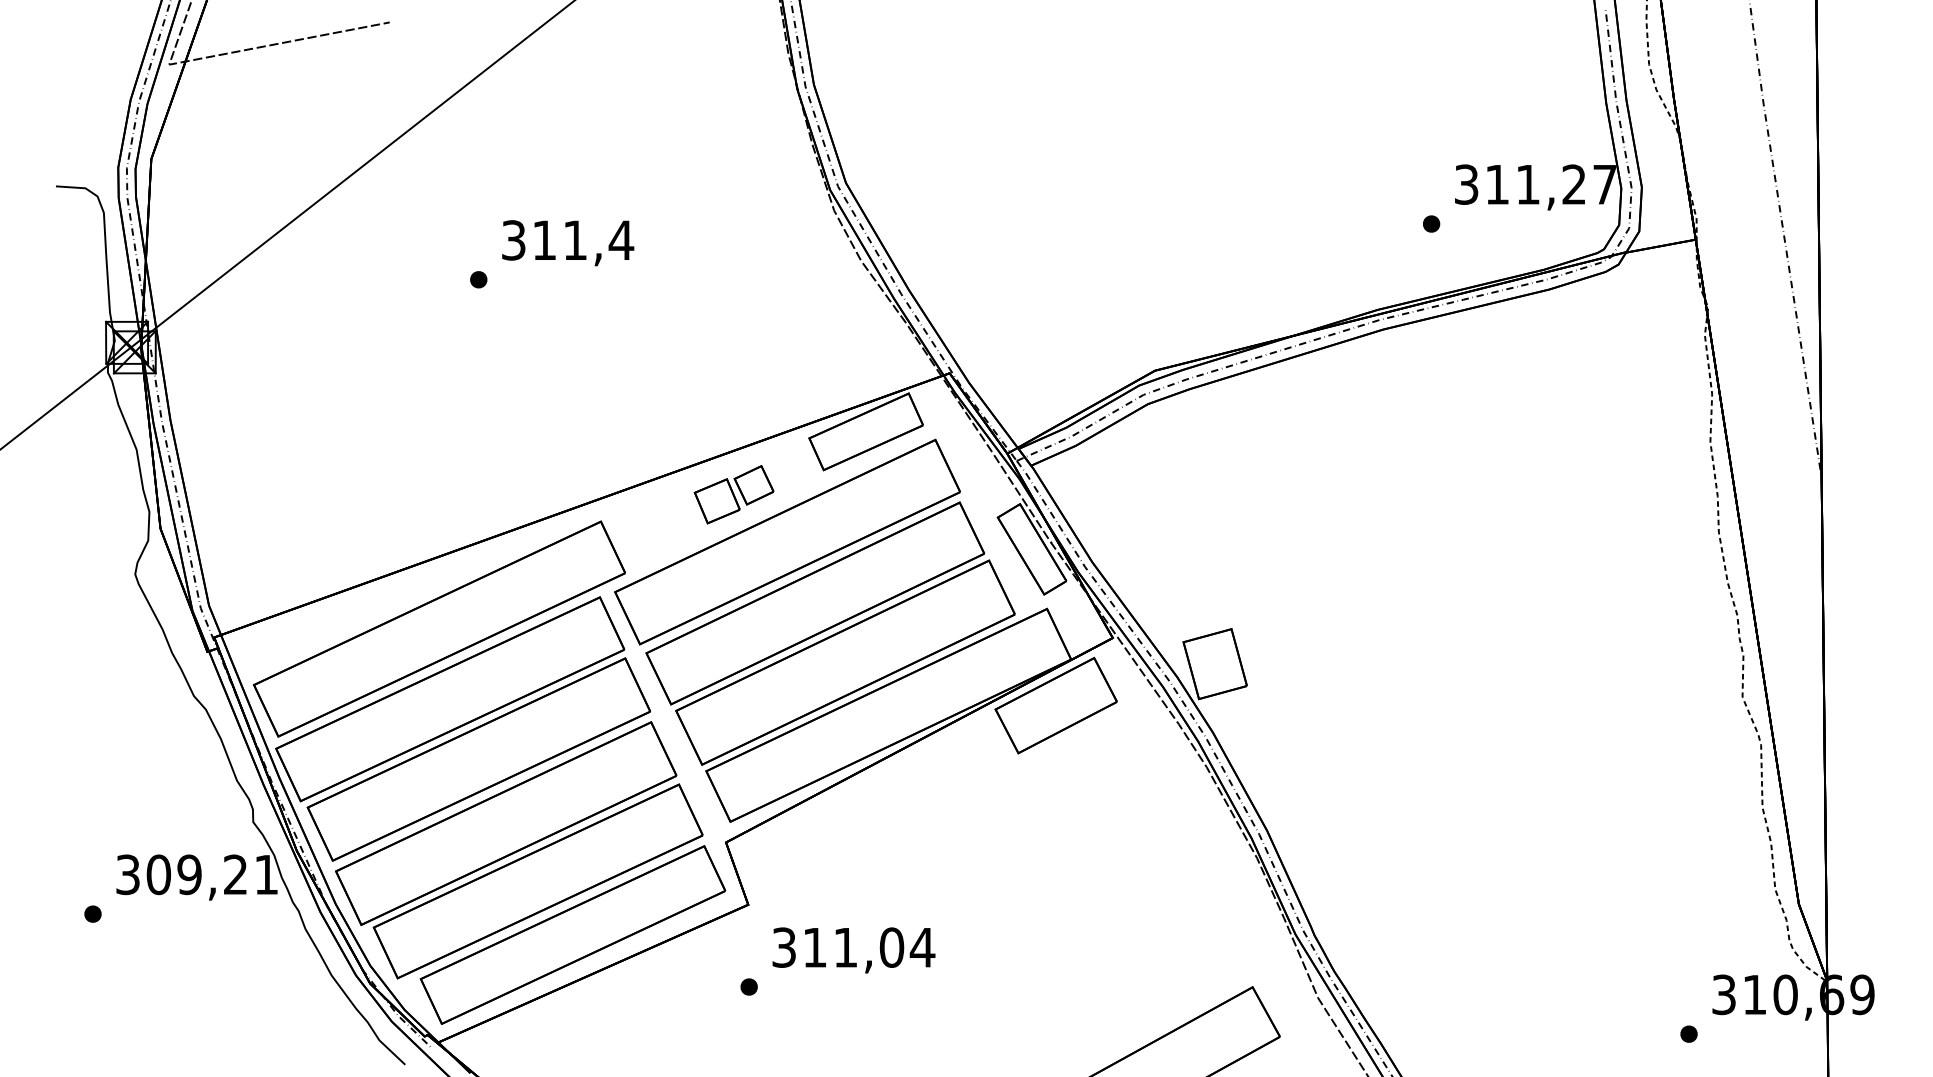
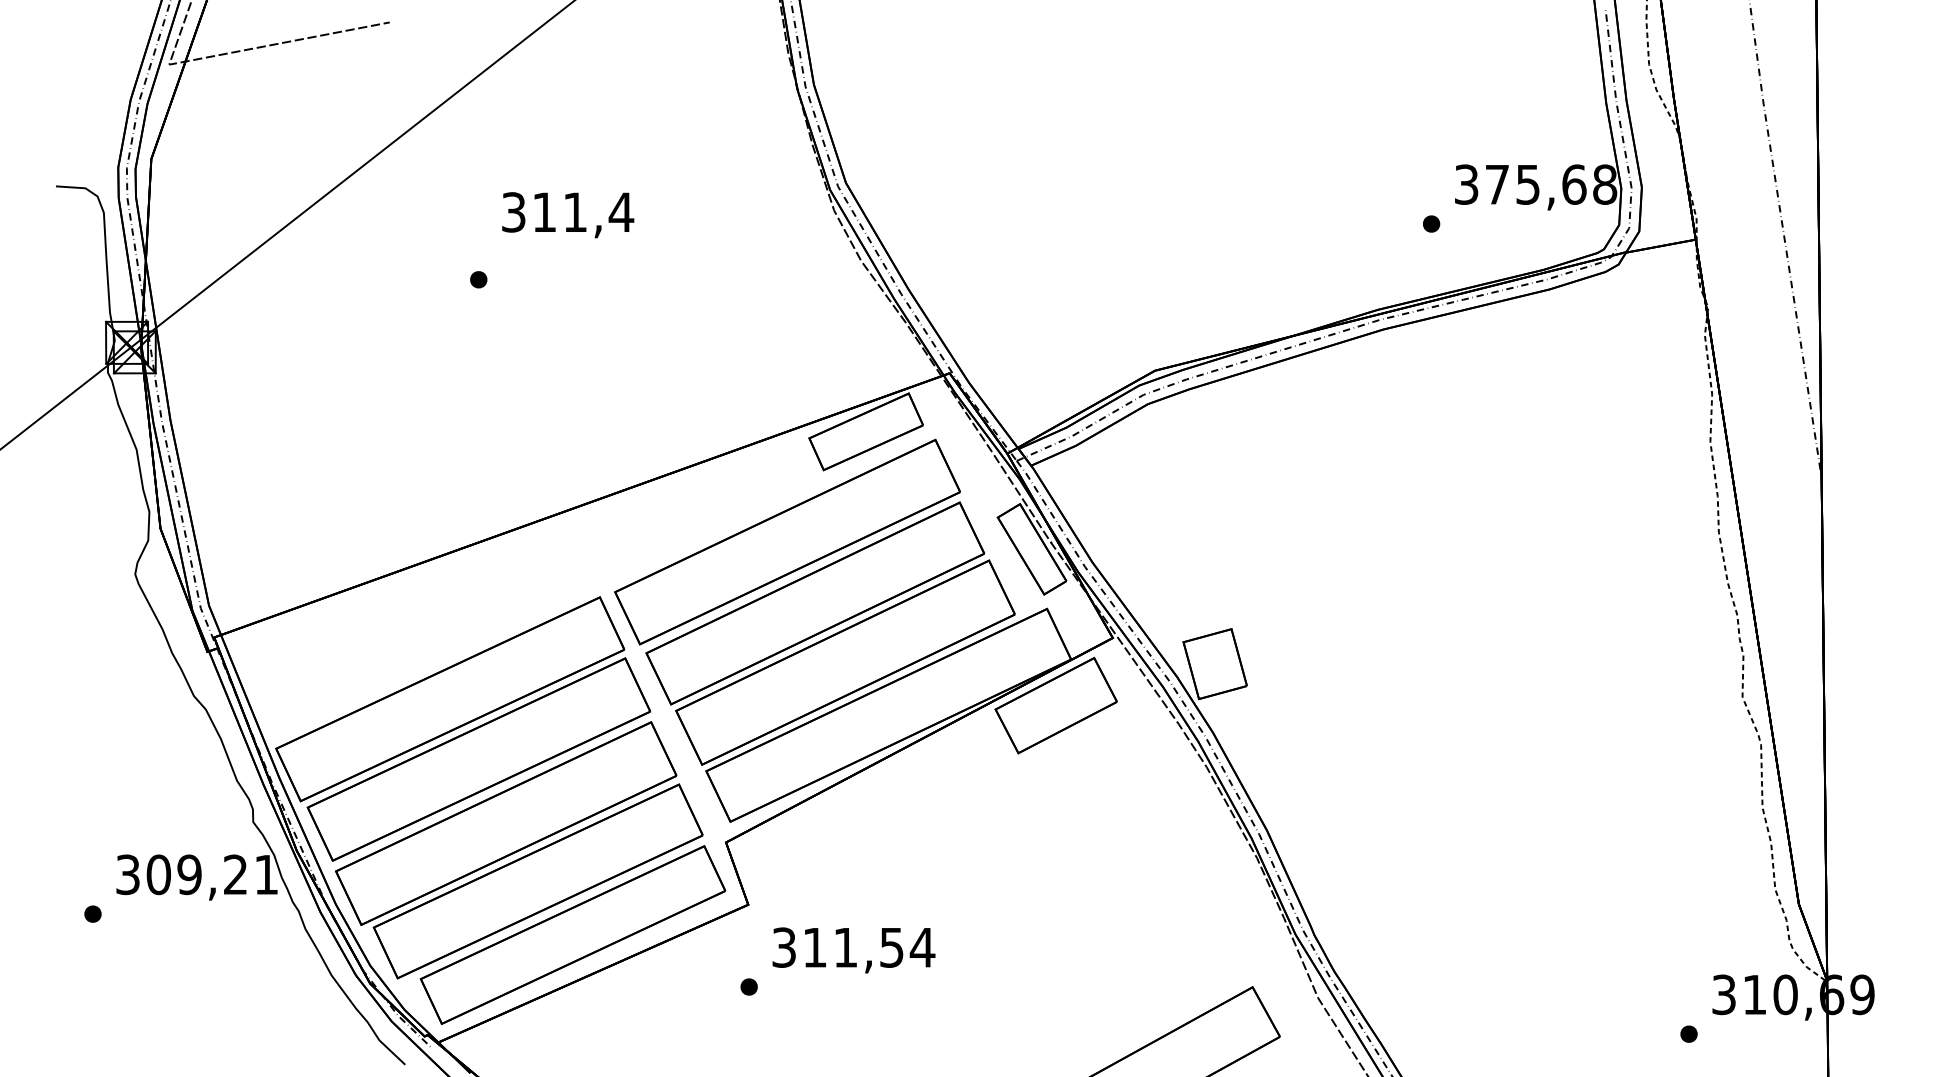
text at (1551, 184): 311,27 -> 375,68
text at (568, 243) position: (568, 243) -> (568, 215)
part at (733, 494): present -> none
part at (438, 628): present -> none
text at (891, 947): 311,04 -> 311,54
